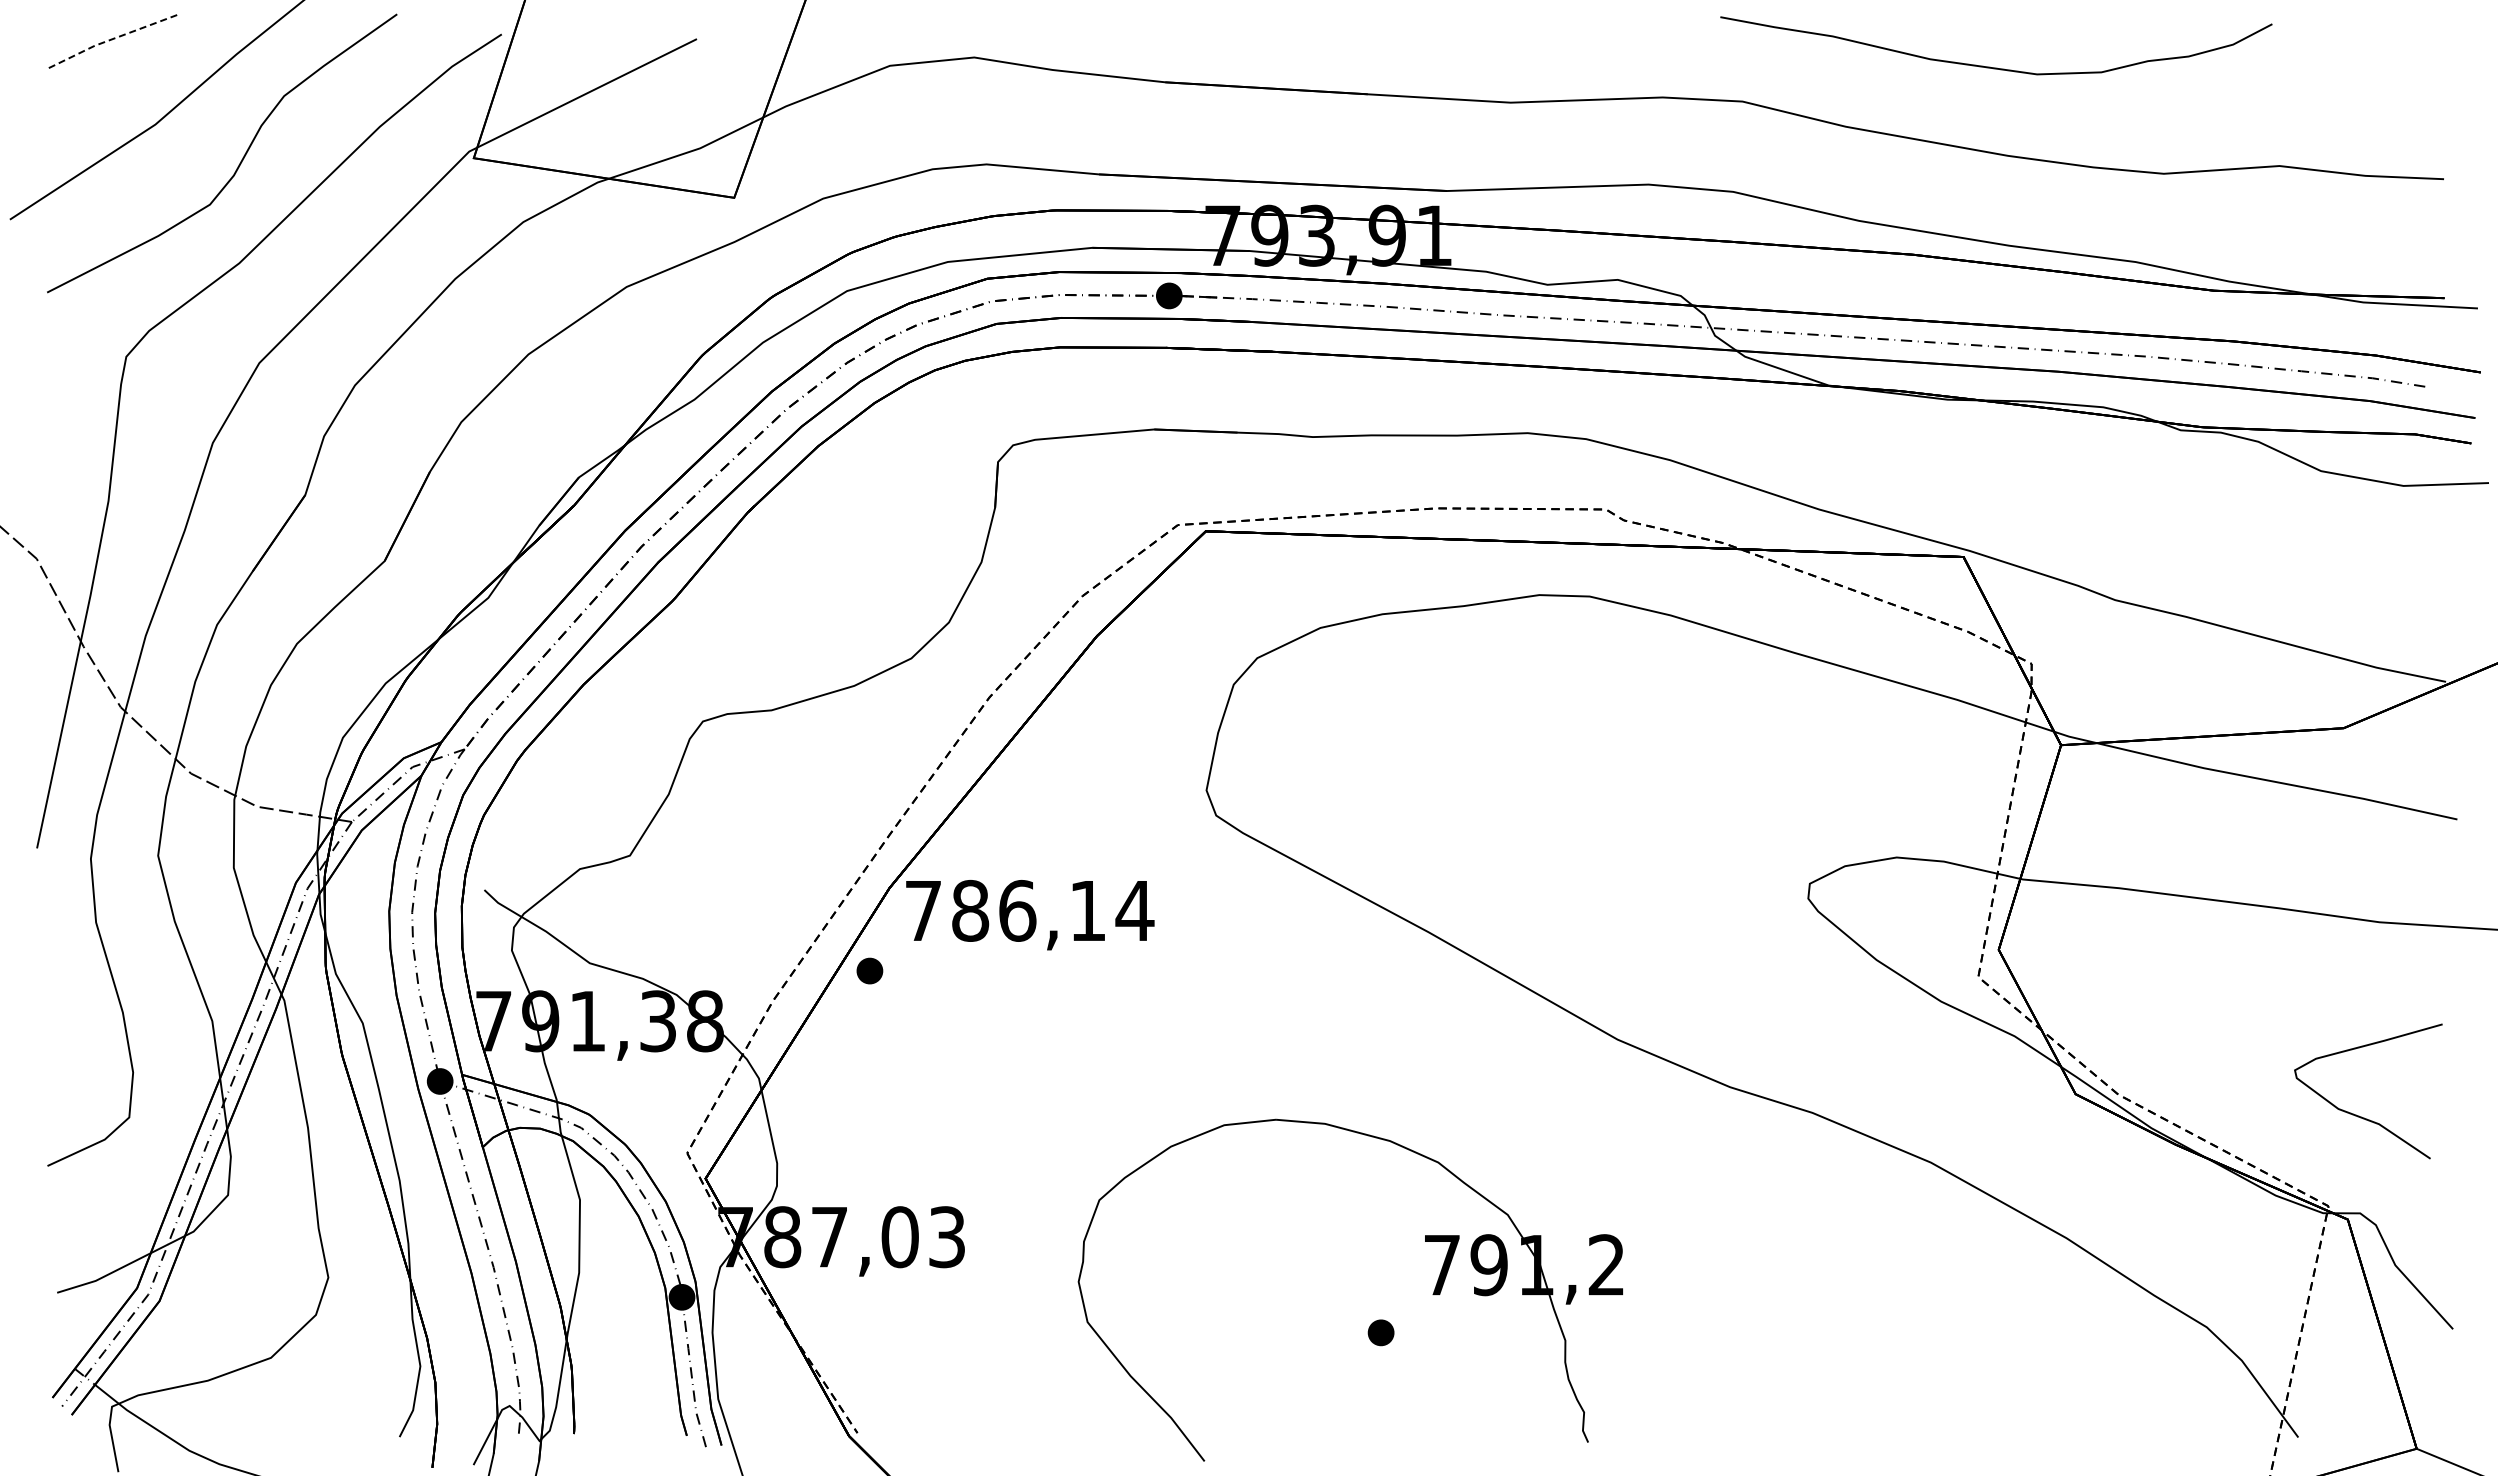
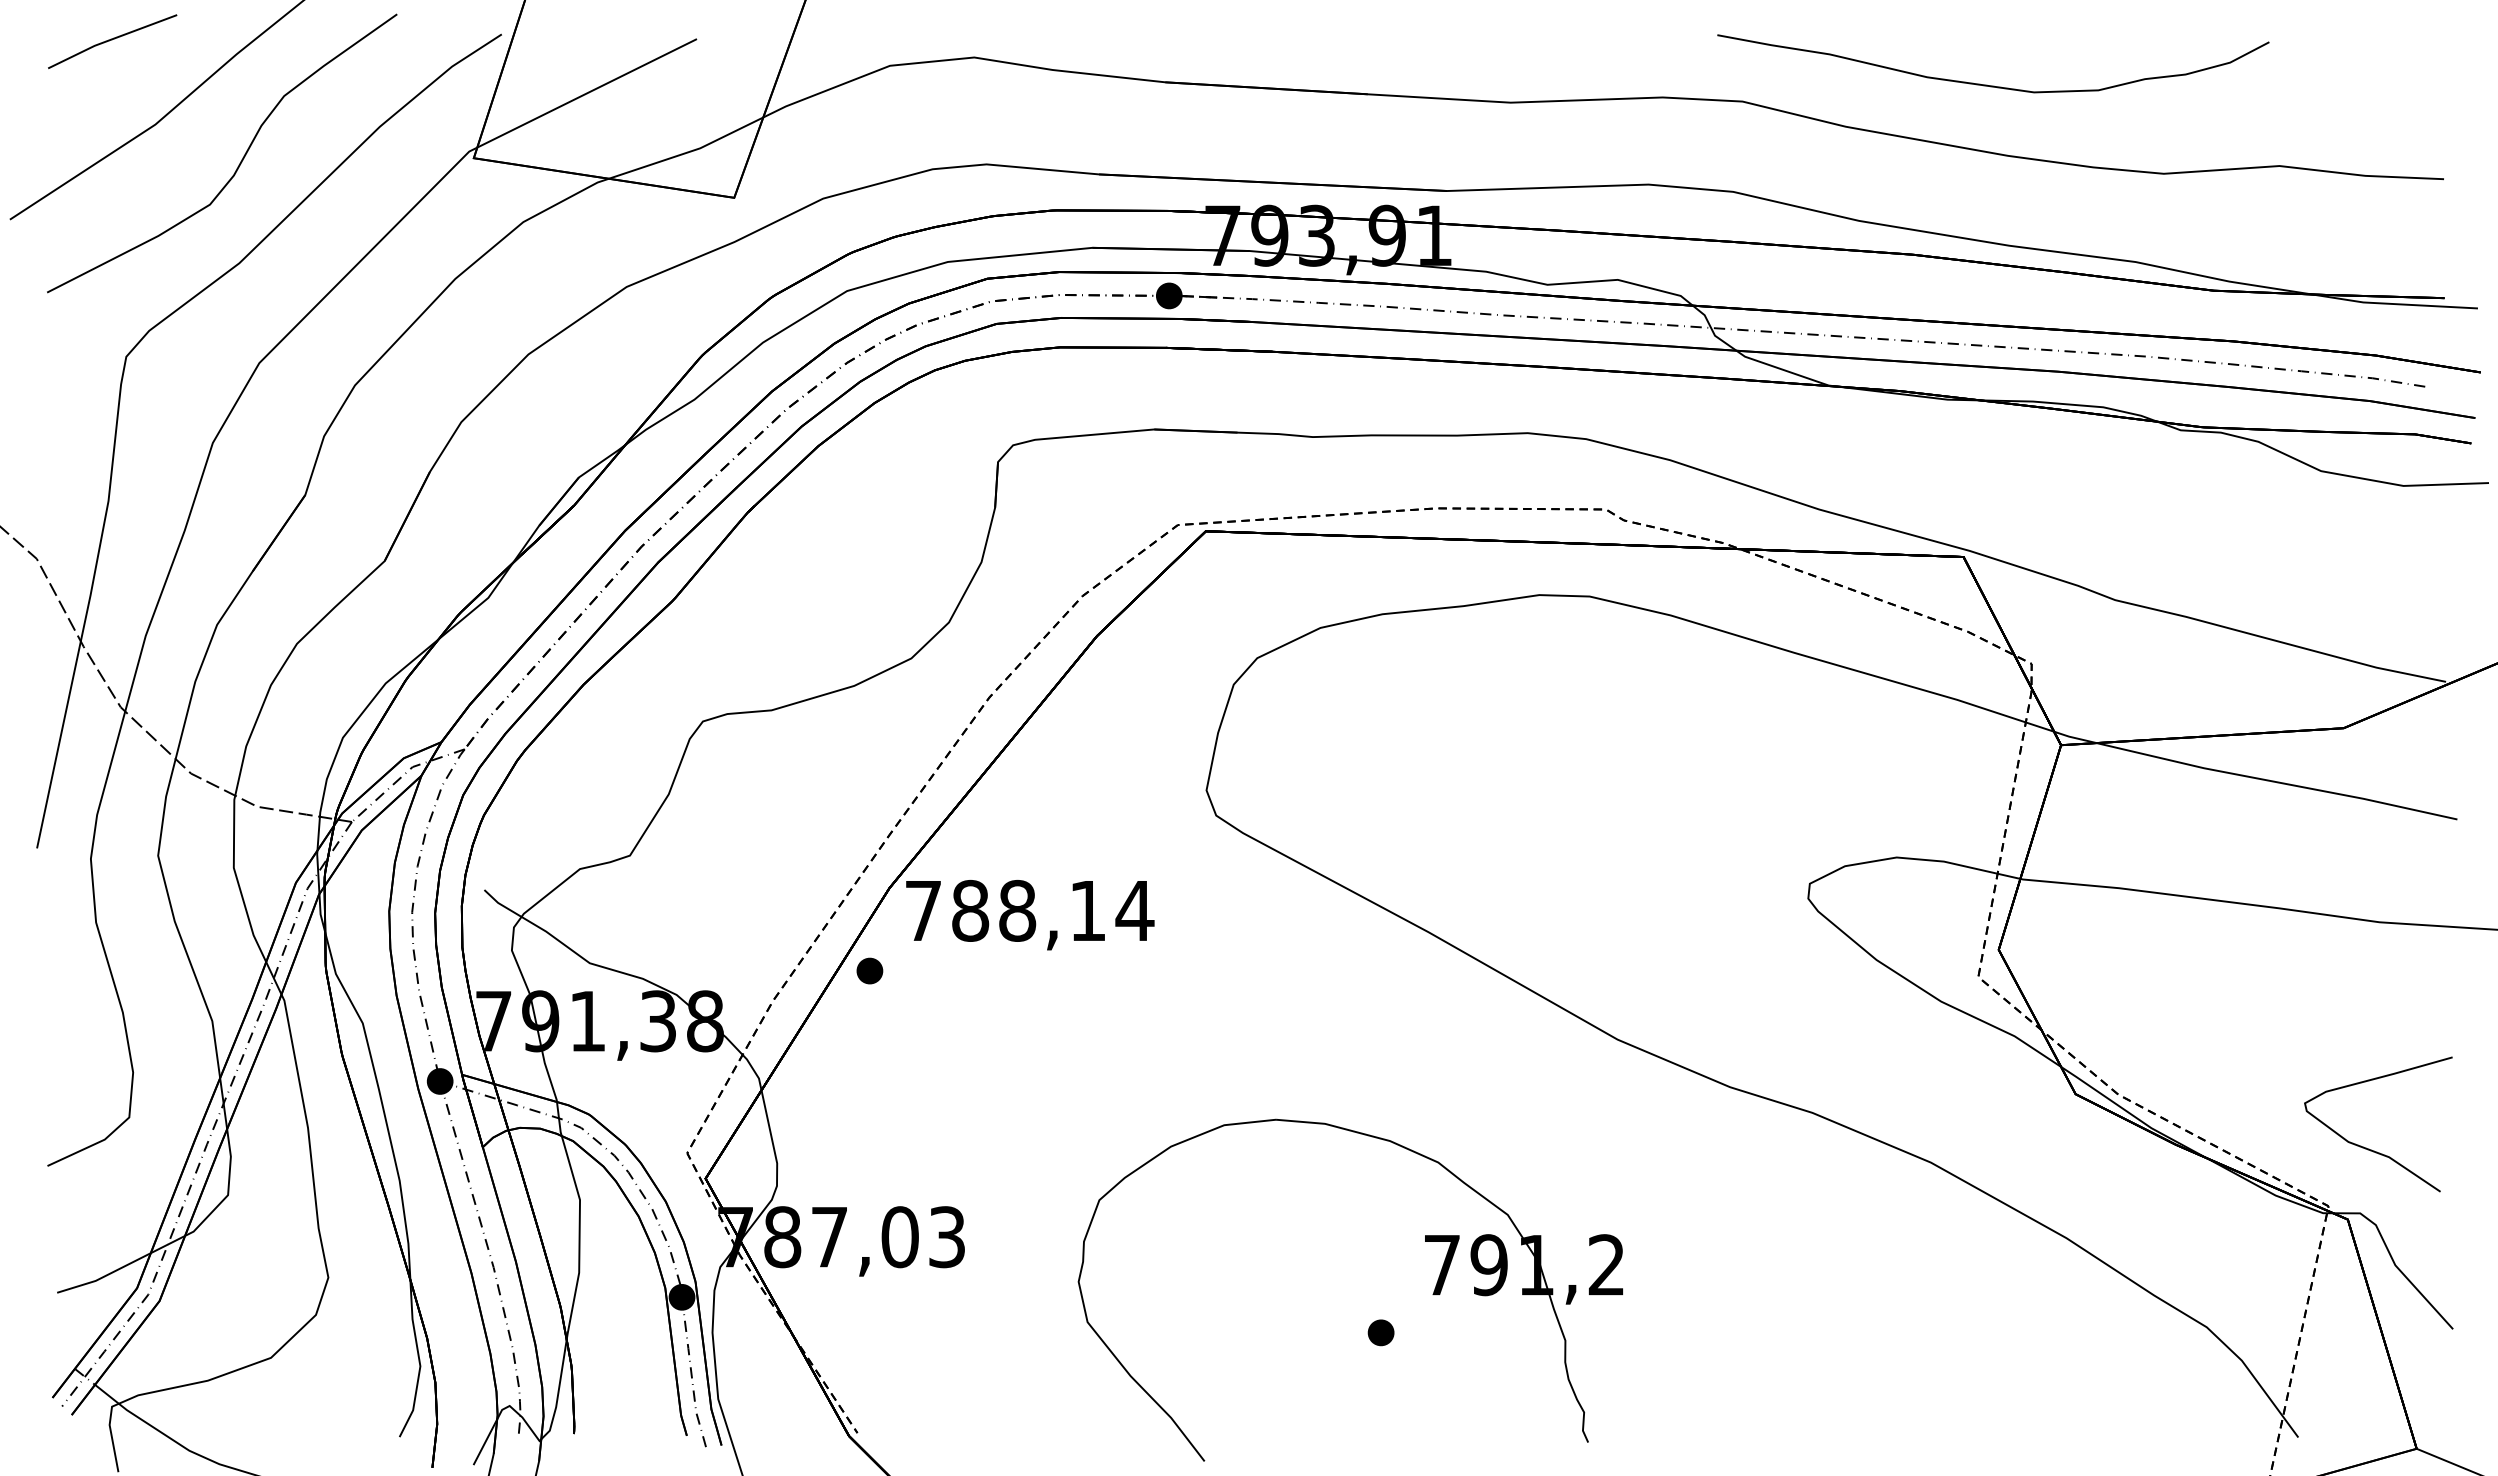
line at (111, 39): dashed -> solid
curve at (1990, 66) position: (1990, 66) -> (1987, 84)
text at (1017, 910): 786,14 -> 788,14
curve at (2359, 1115) position: (2359, 1115) -> (2369, 1148)
